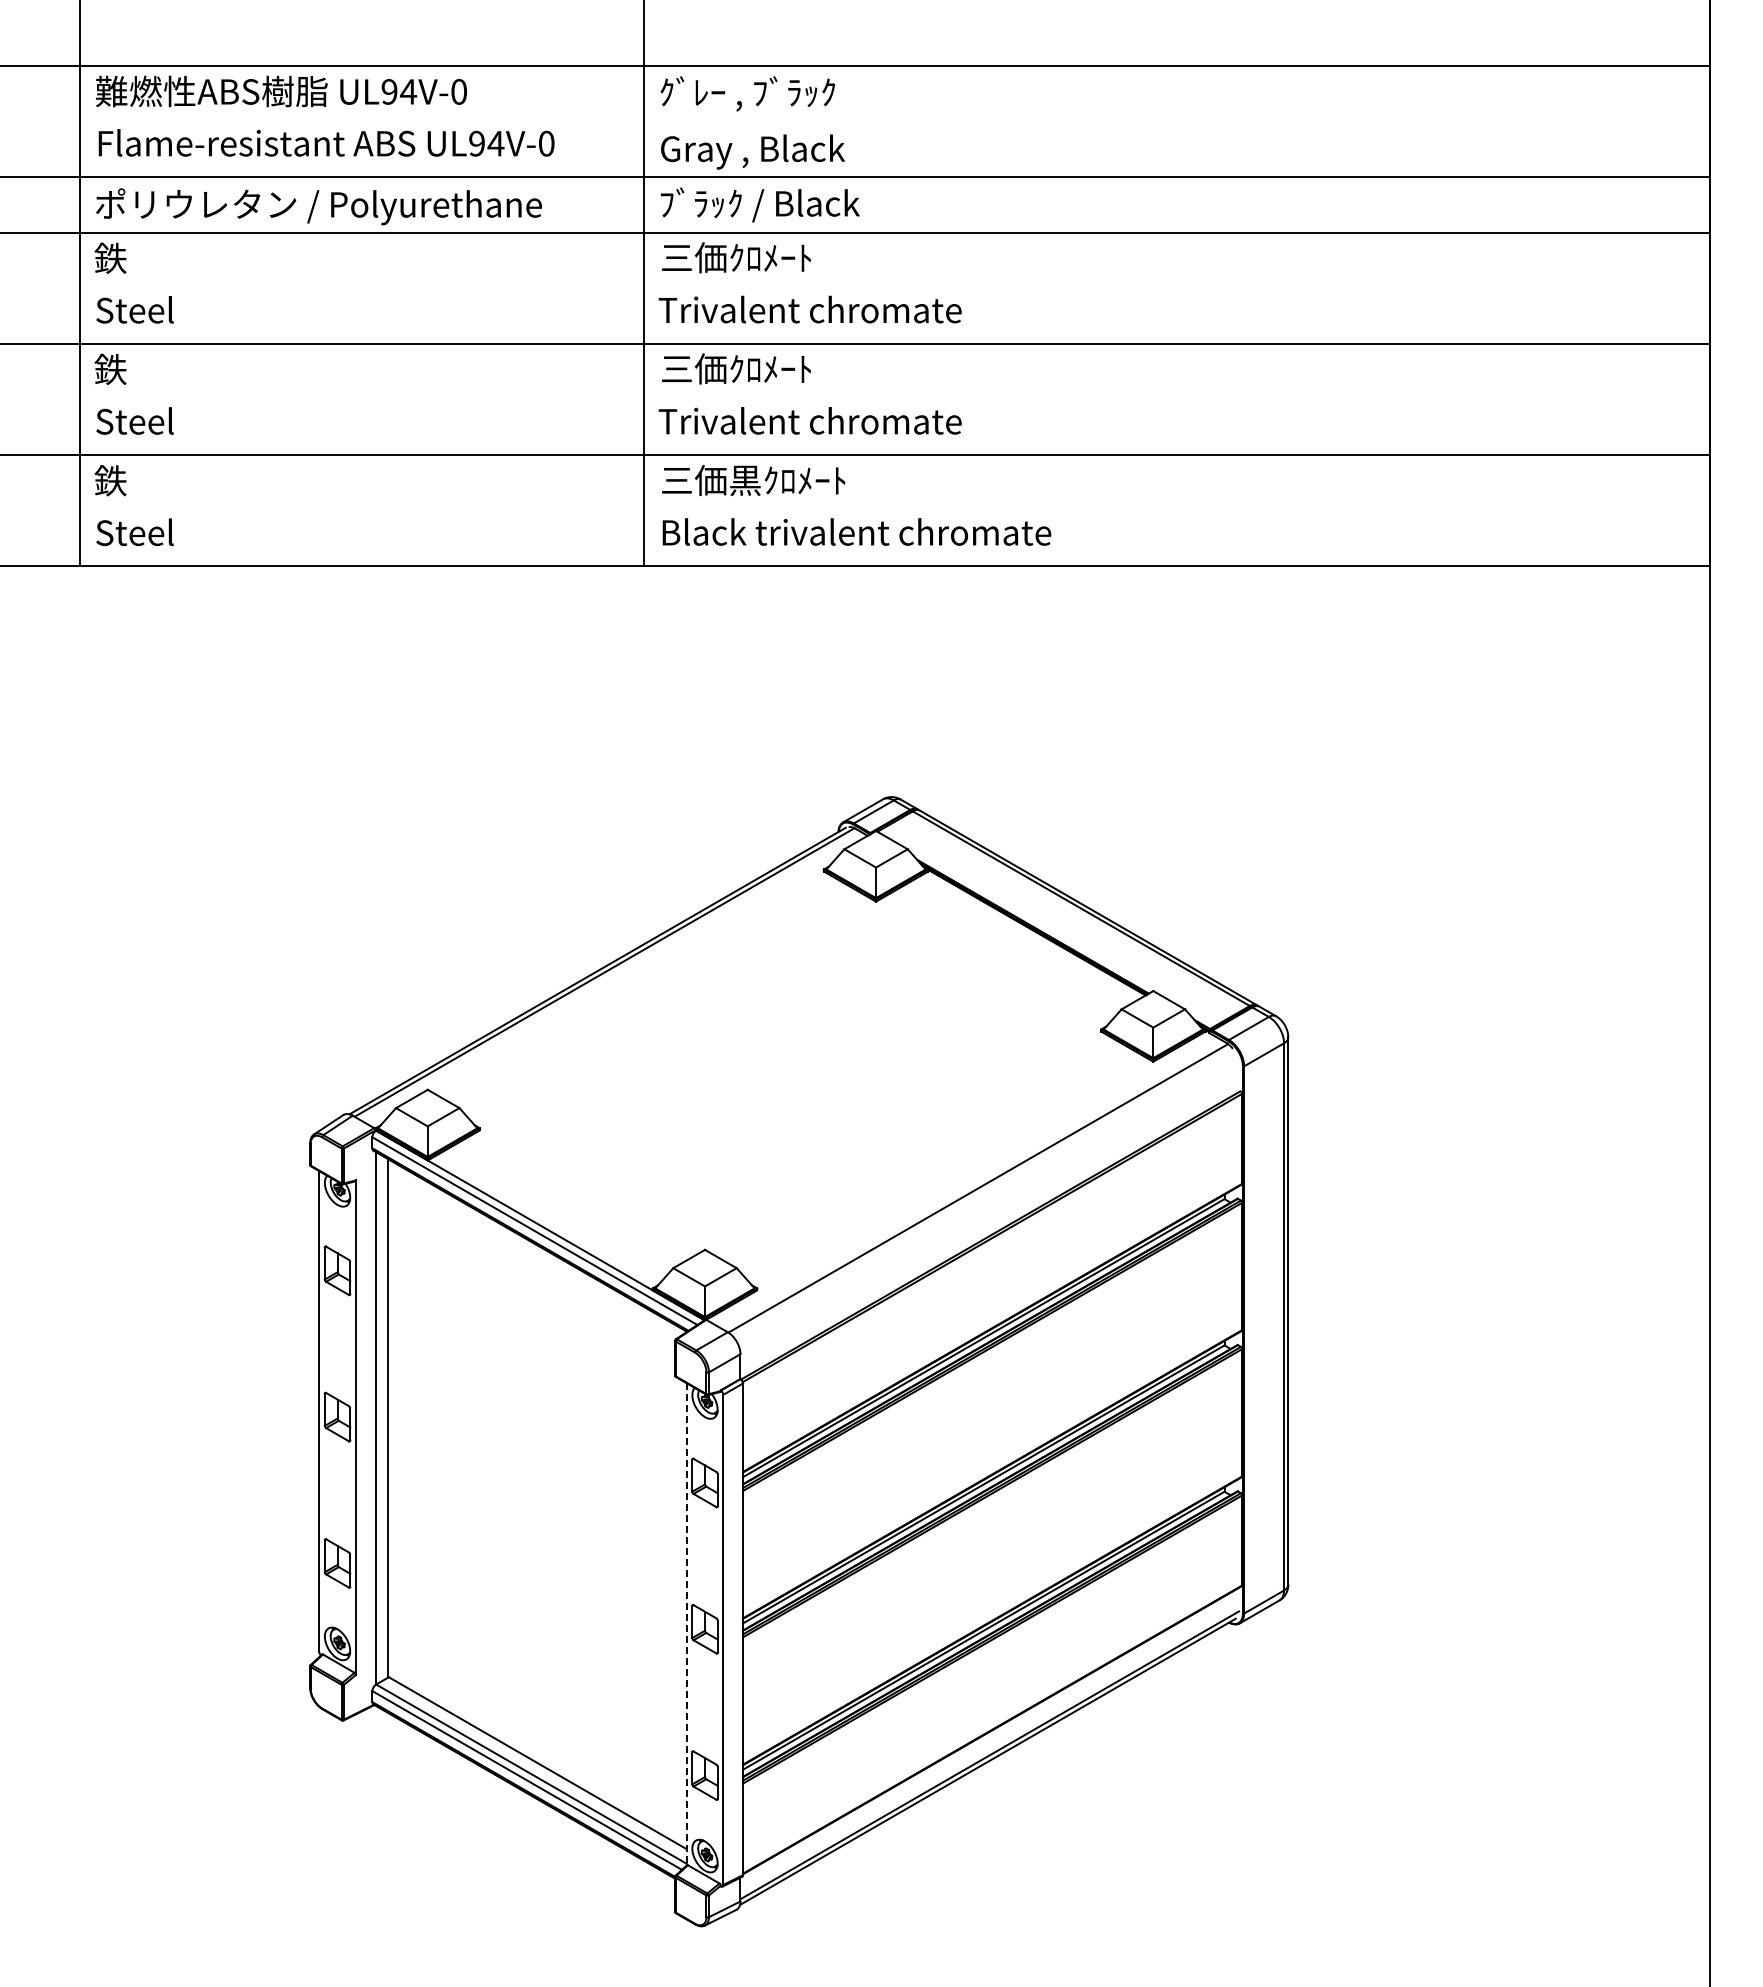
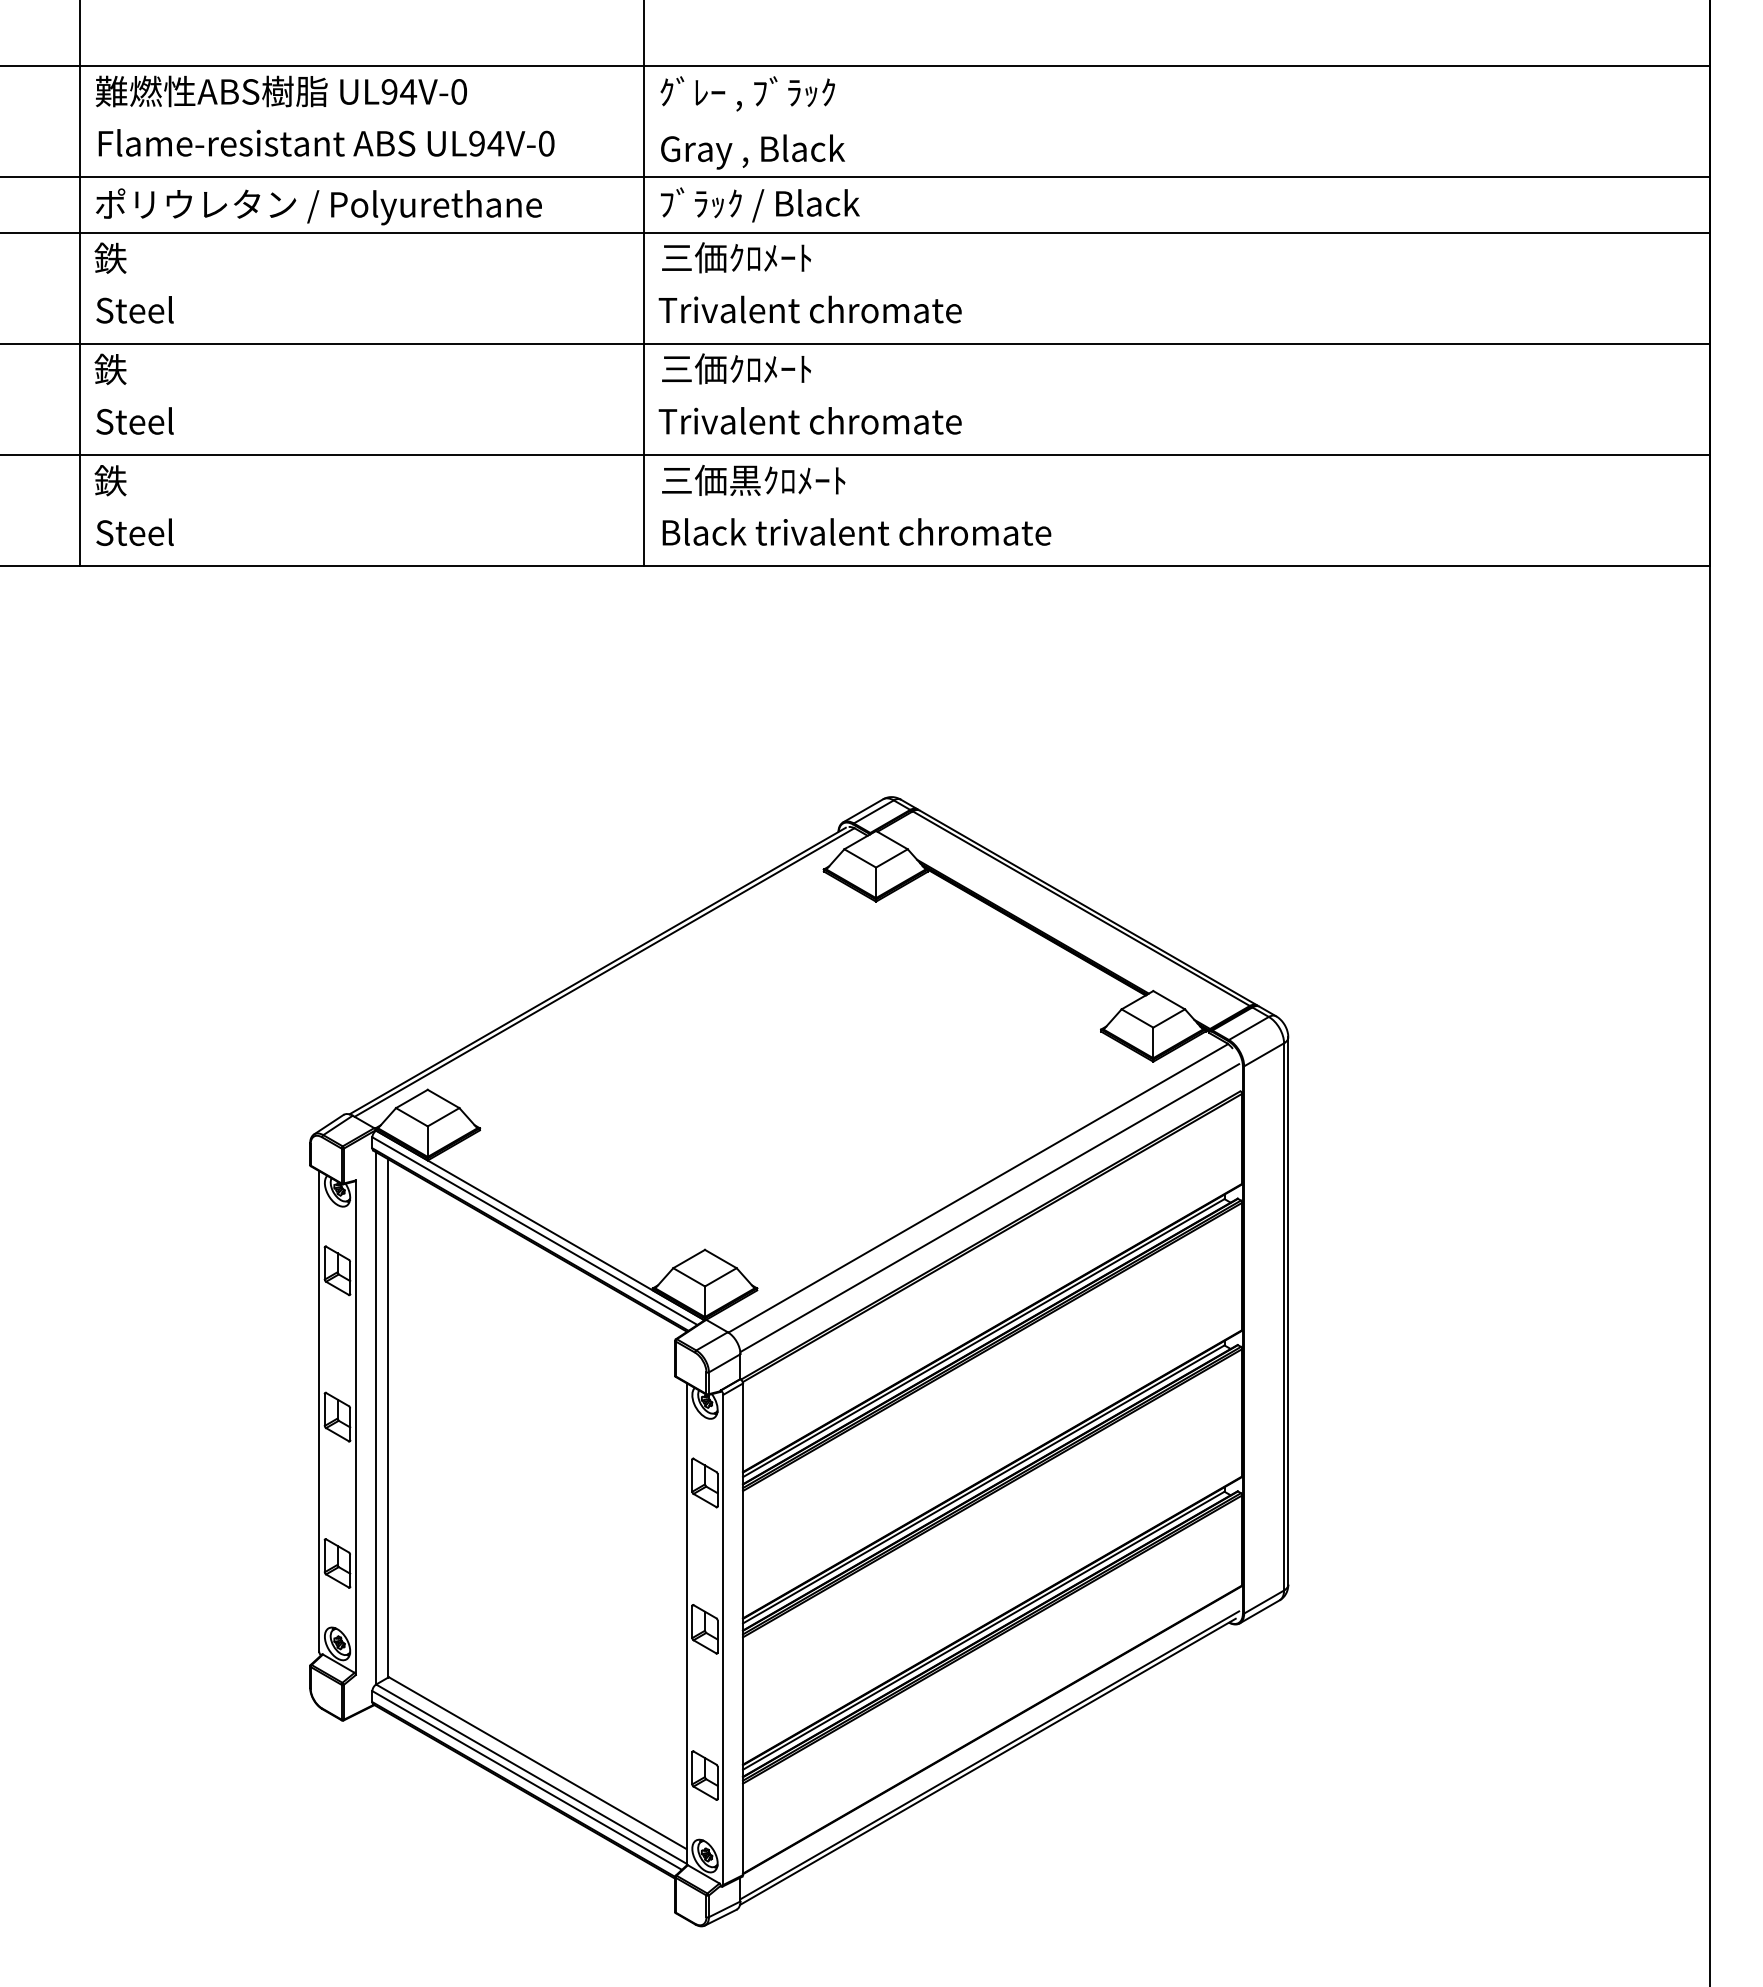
line at (989, 1208): none -> present
line at (686, 1624): dashed -> solid
